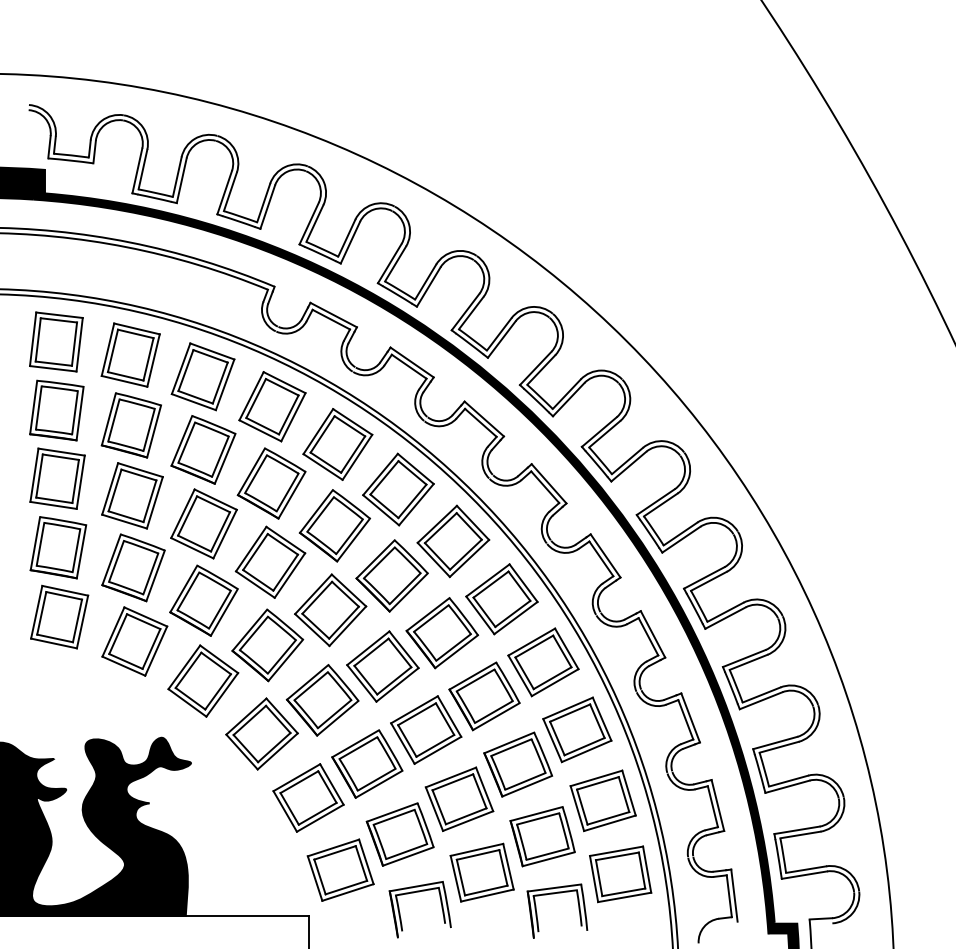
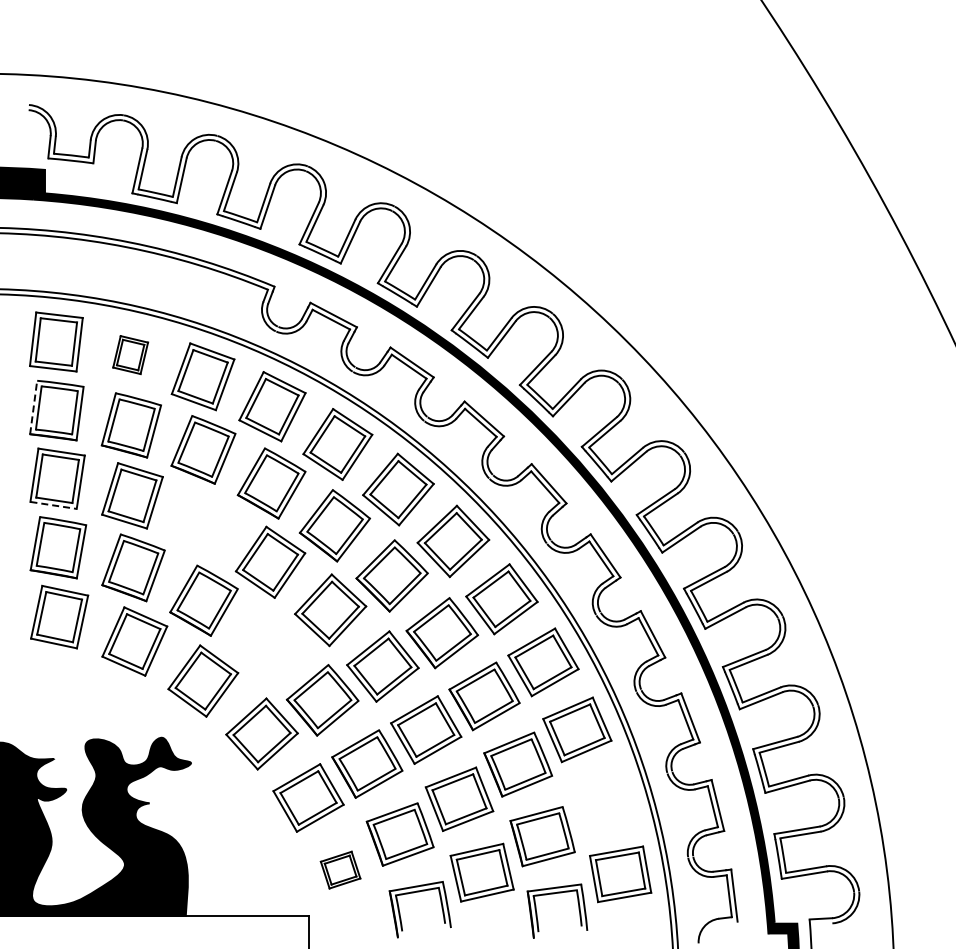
part at (130, 354) size: 61x66 px -> 38x41 px
line at (33, 407): solid -> dashed
line at (54, 505): solid -> dashed
part at (203, 523): present -> none
part at (267, 645): present -> none
part at (602, 800): present -> none
part at (340, 869) size: 69x64 px -> 43x40 px
